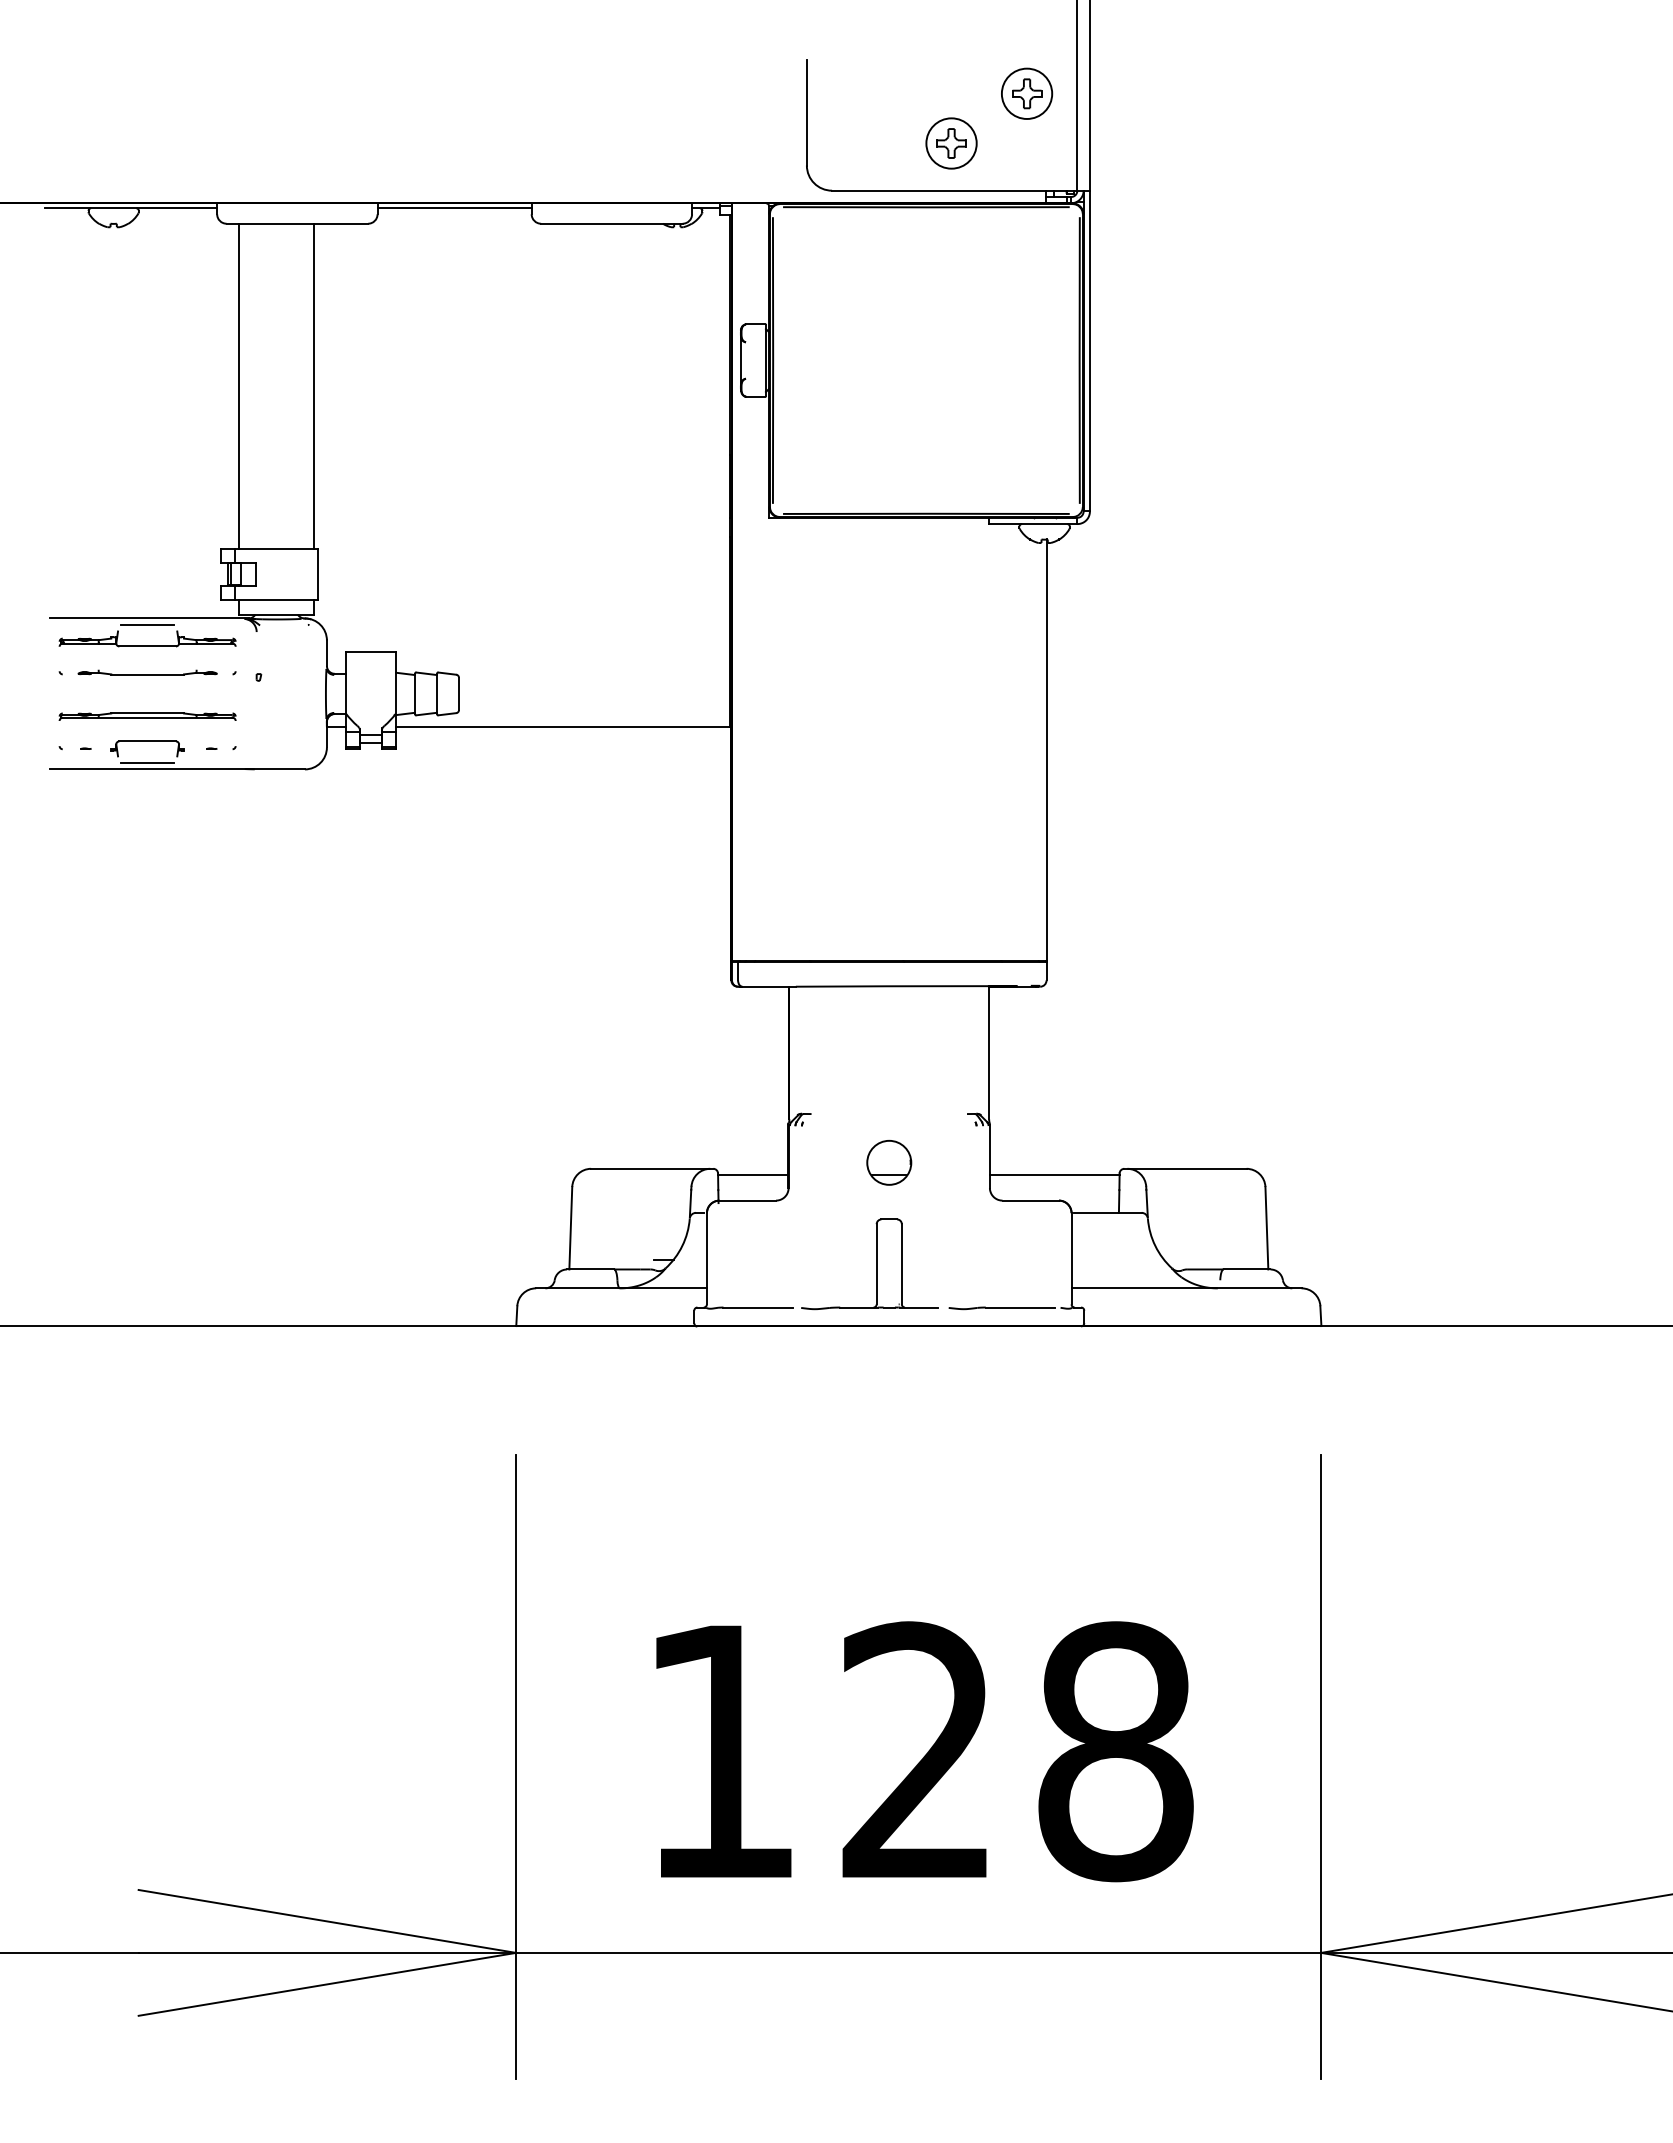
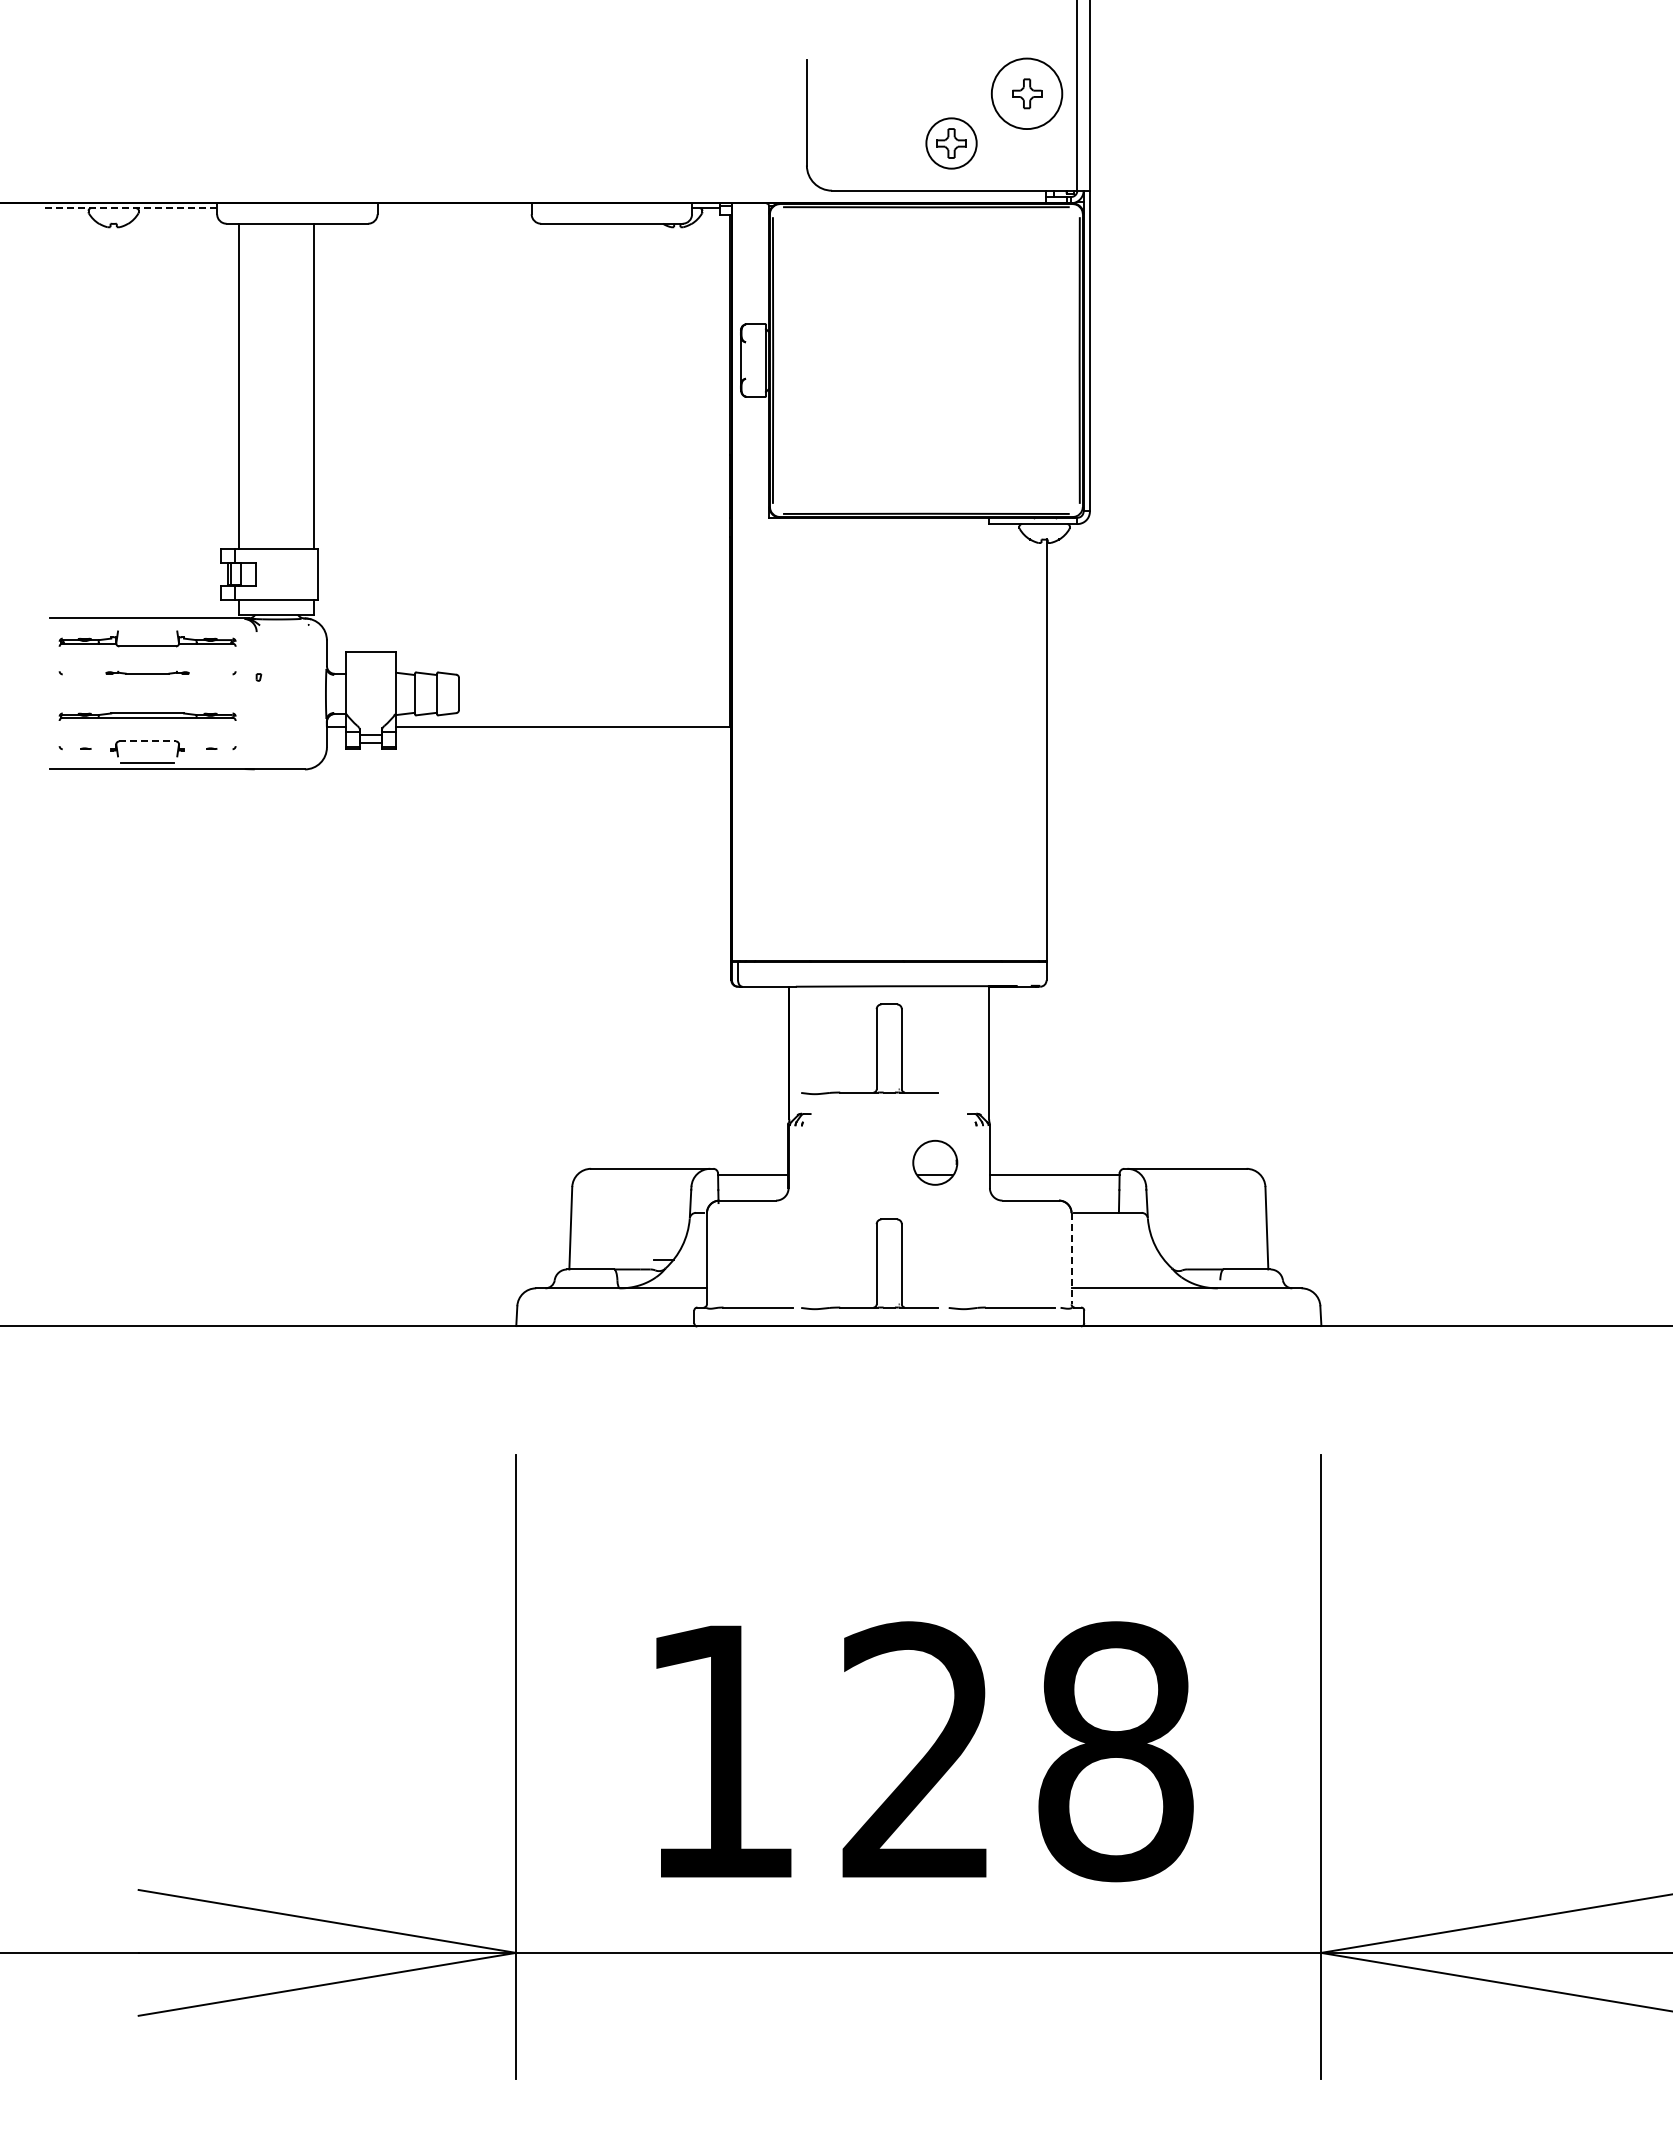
circle at (1026, 93) diameter: 50 px -> 70 px
line at (130, 208): solid -> dashed
line at (454, 208): present -> none
line at (147, 624): present -> none
part at (147, 672) size: 141x7 px -> 85x5 px
line at (148, 741): solid -> dashed
part at (876, 1049): none -> present
part at (889, 1162) position: (889, 1162) -> (935, 1162)
line at (1071, 1258): solid -> dashed
